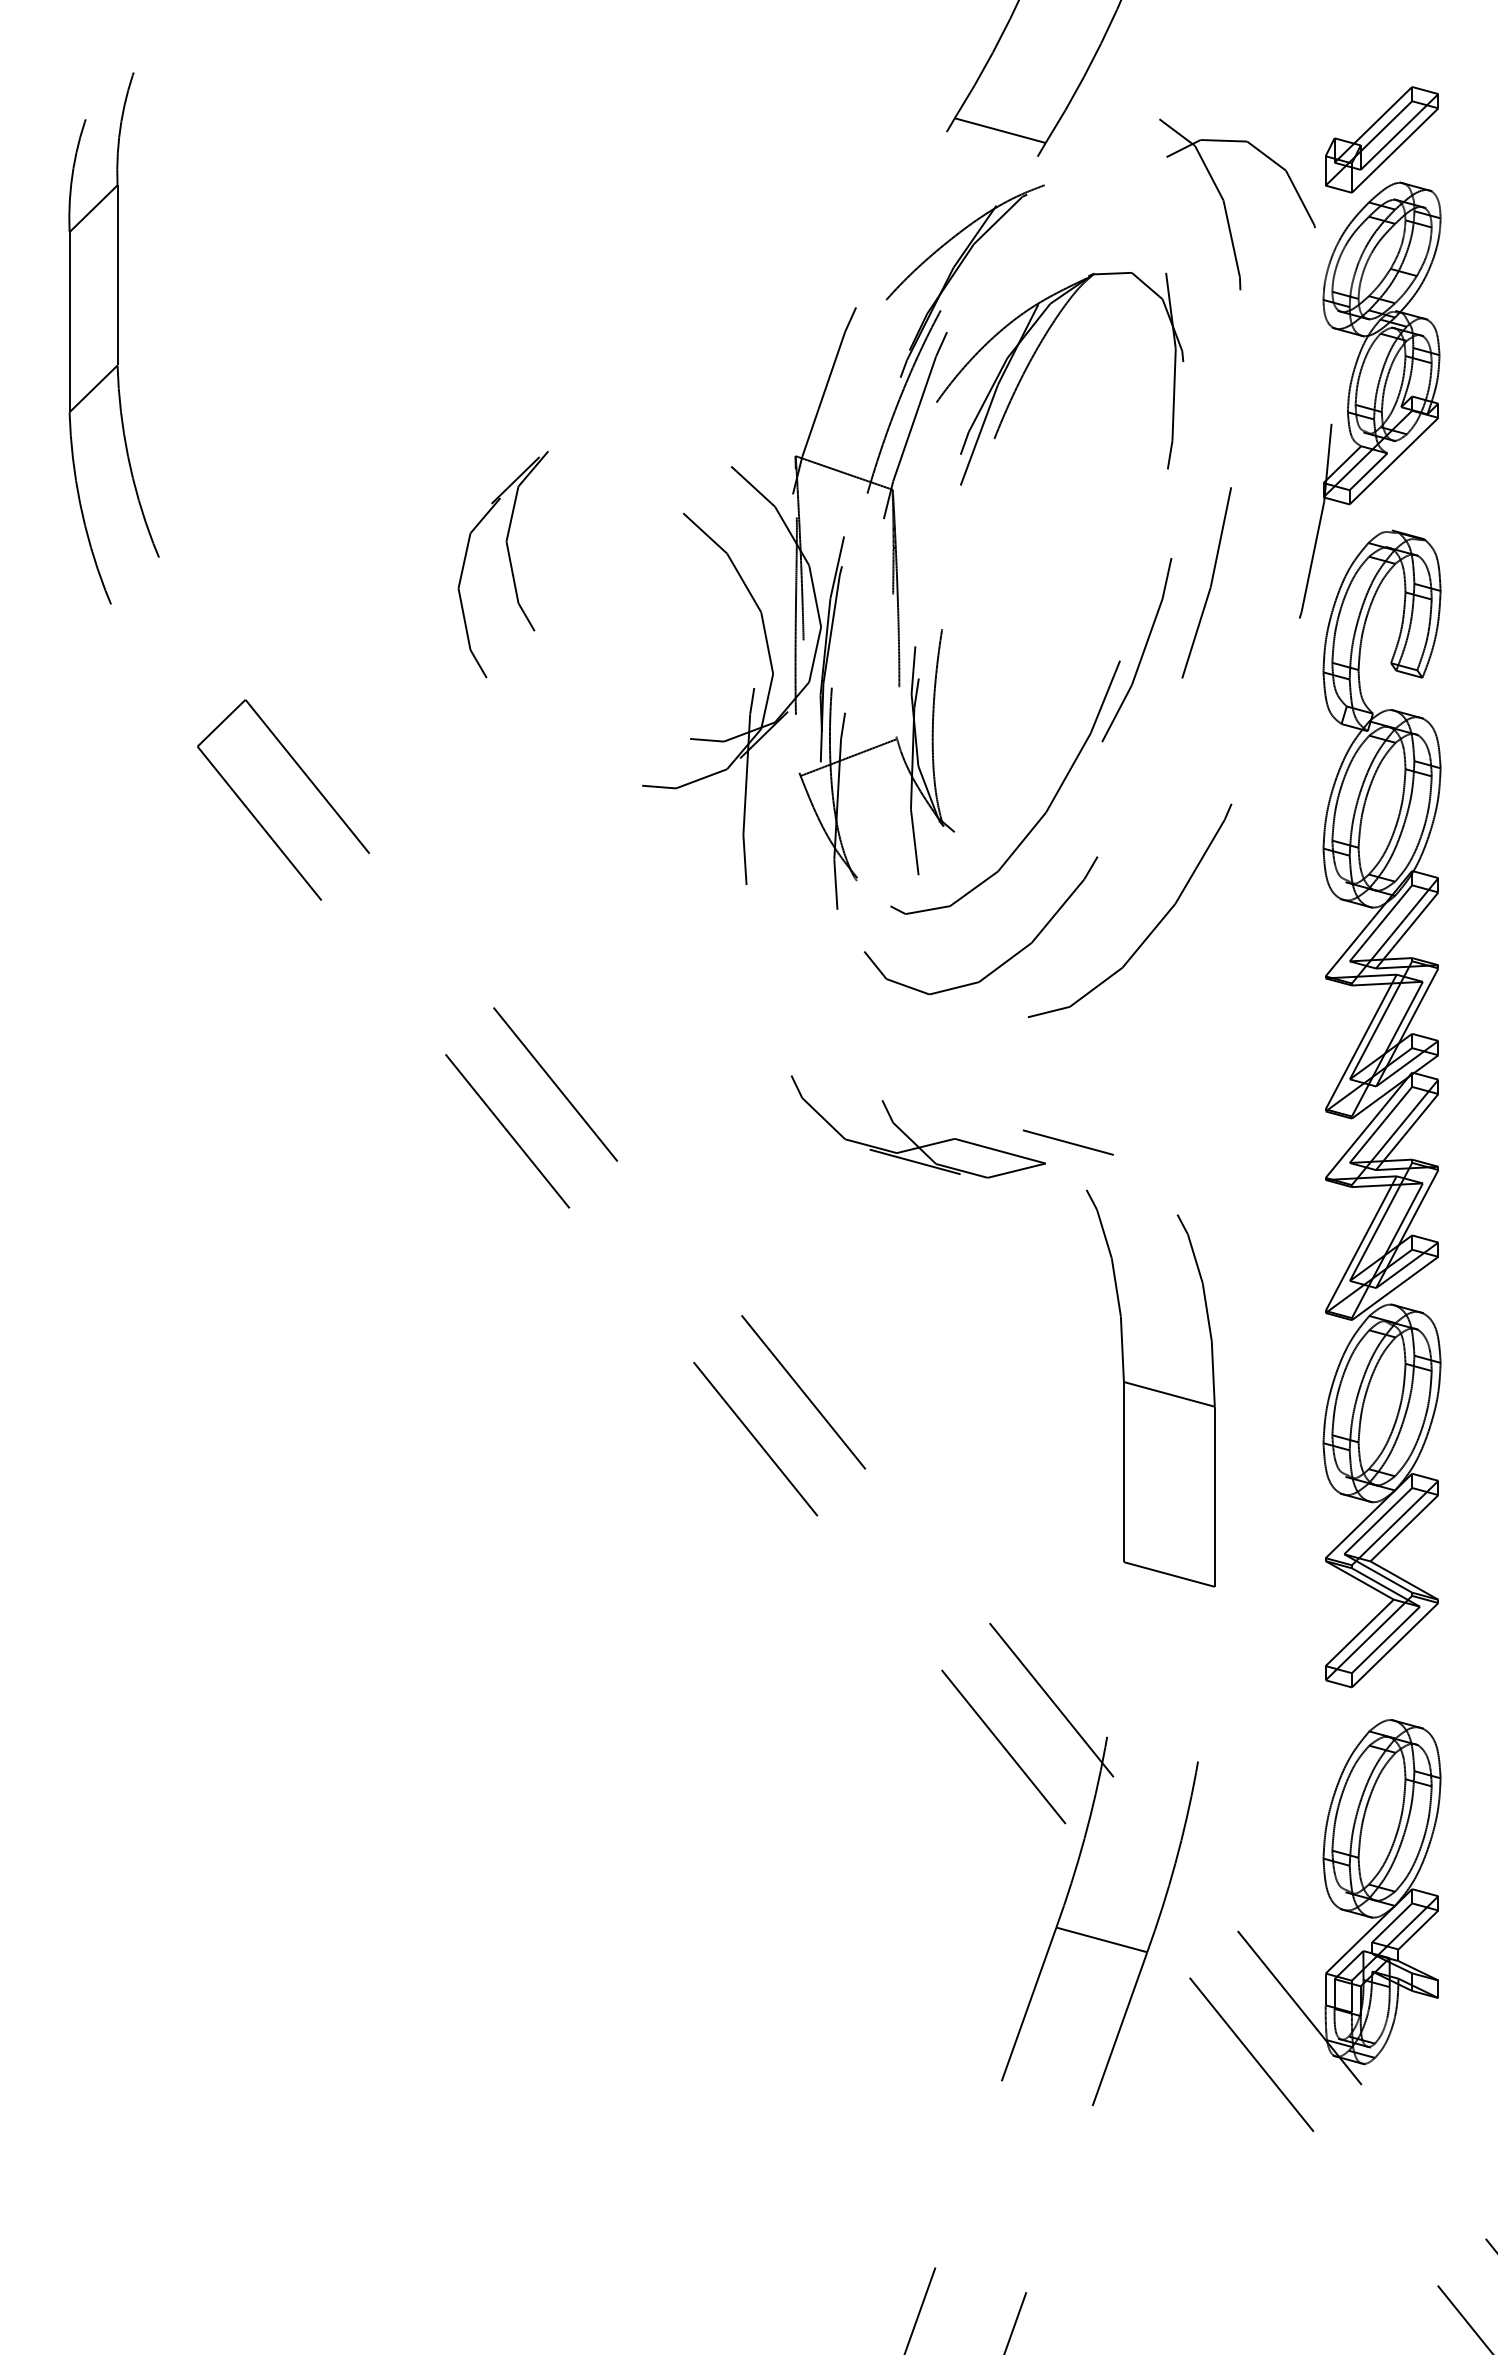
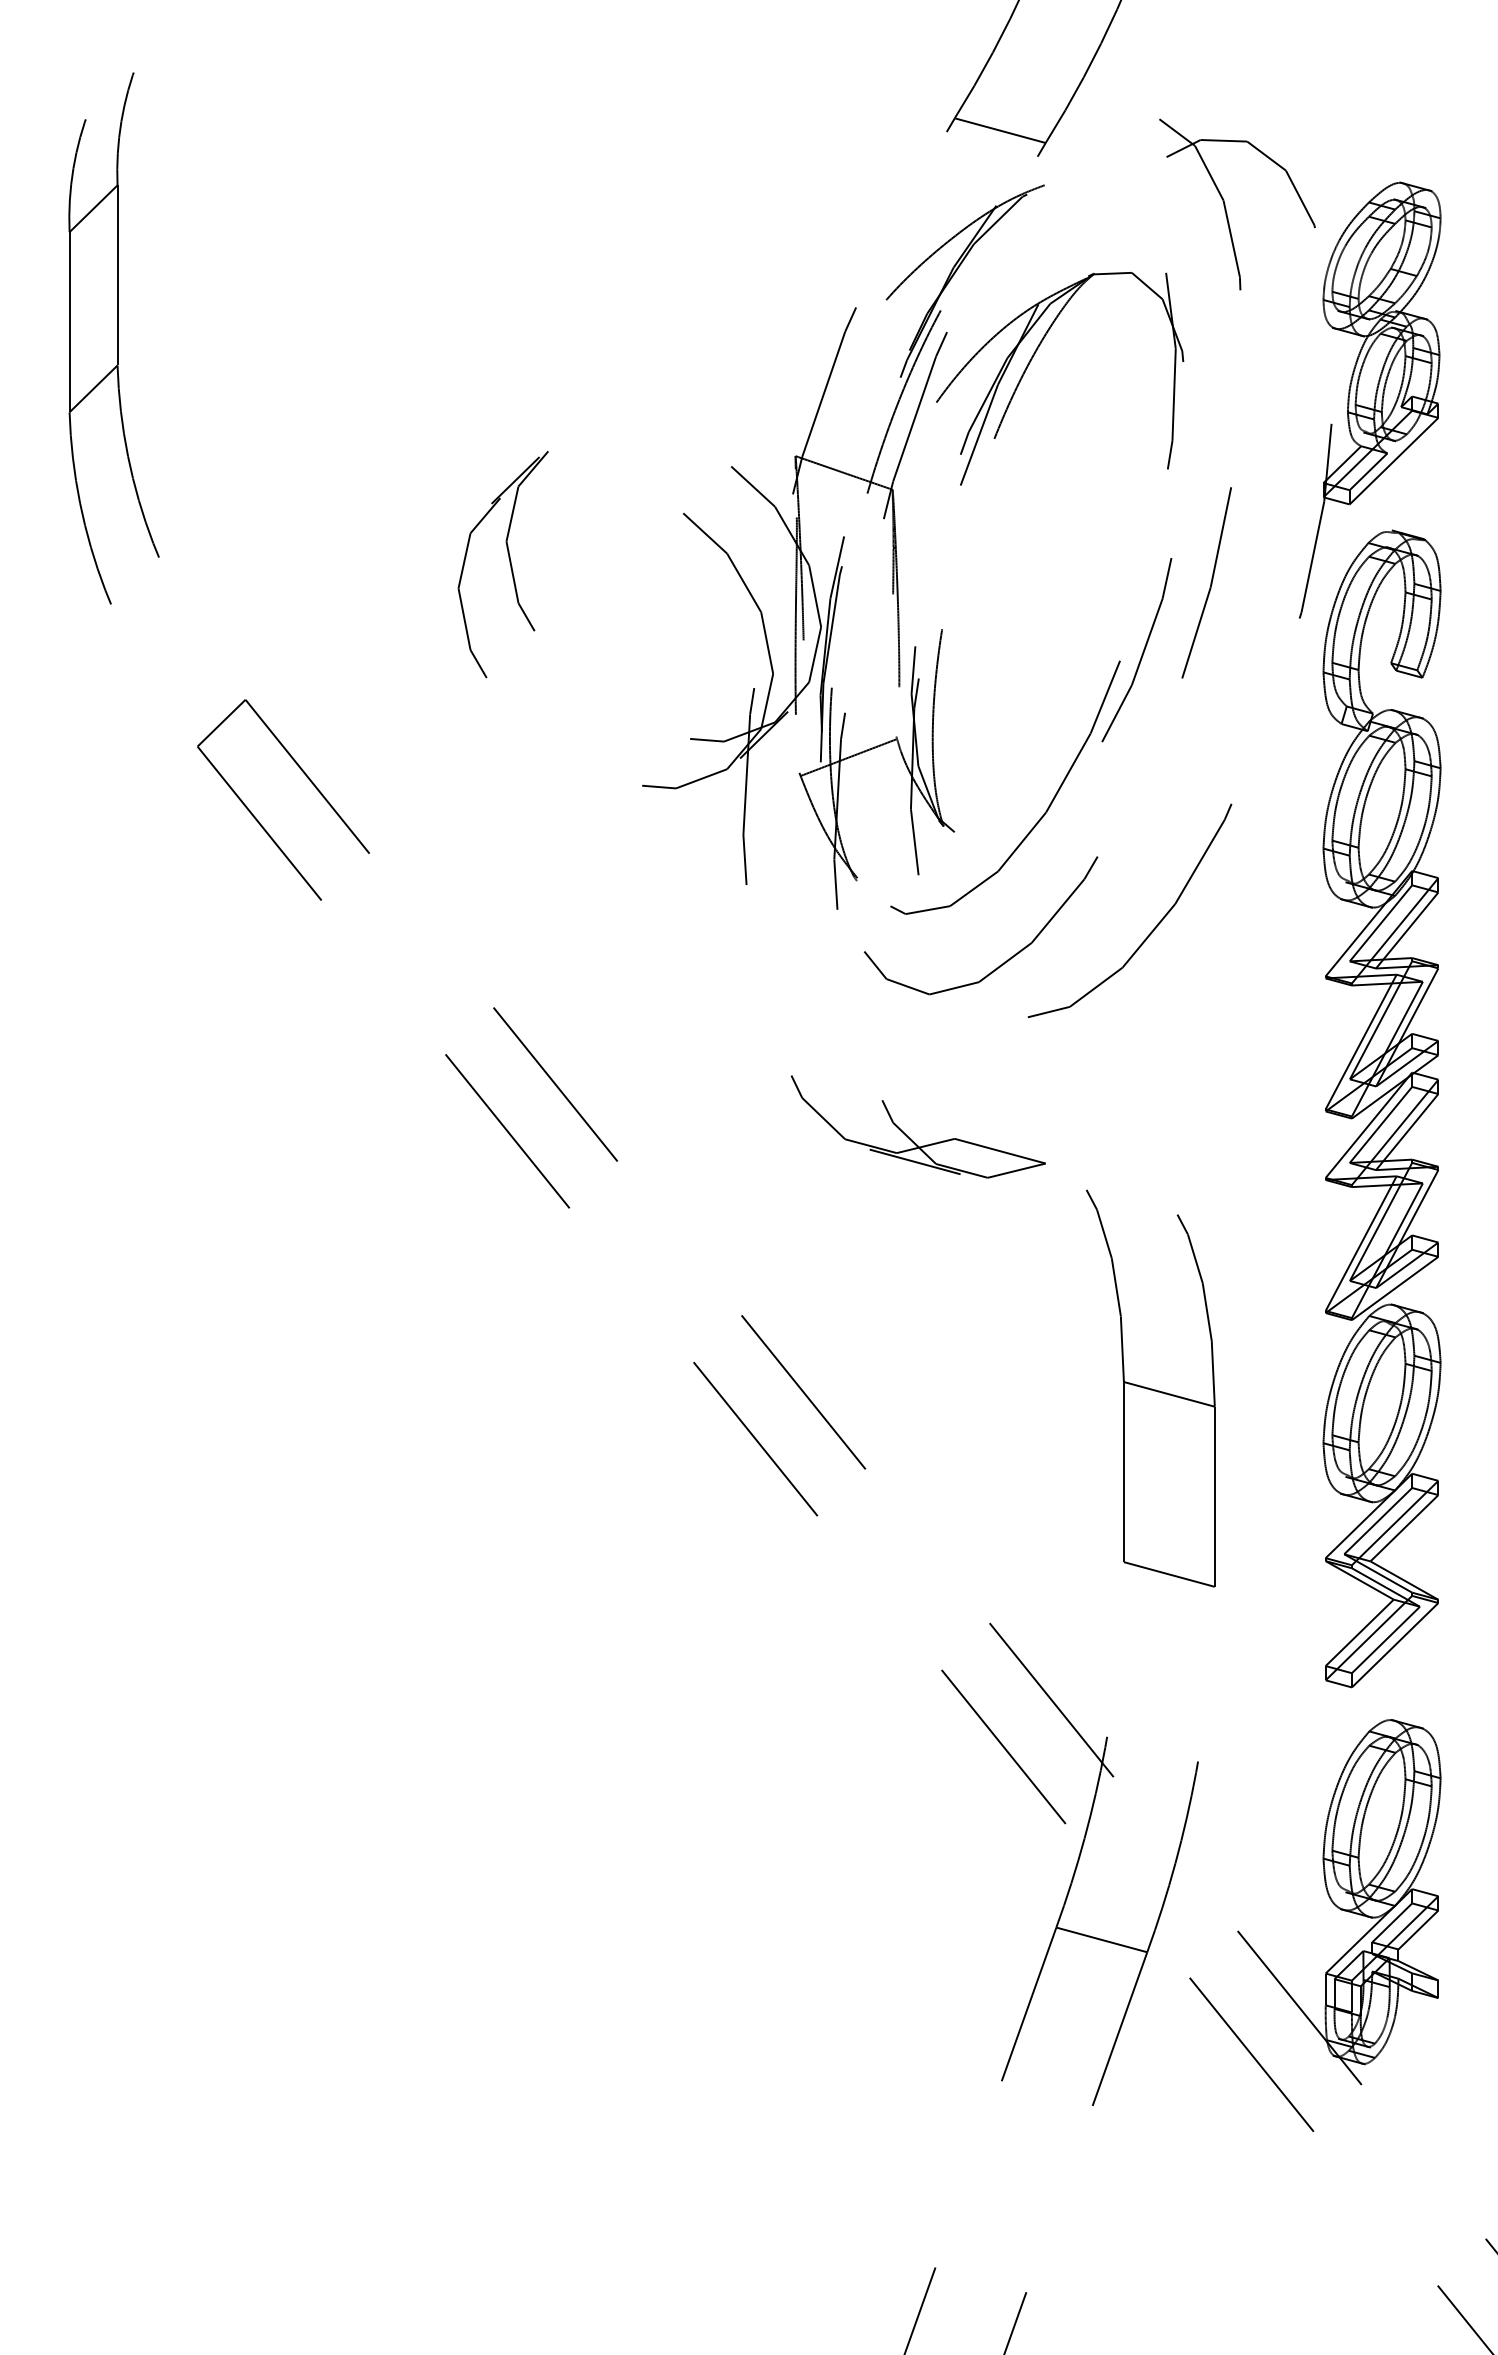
part at (1381, 139): present -> none
line at (1067, 1142): present -> none
